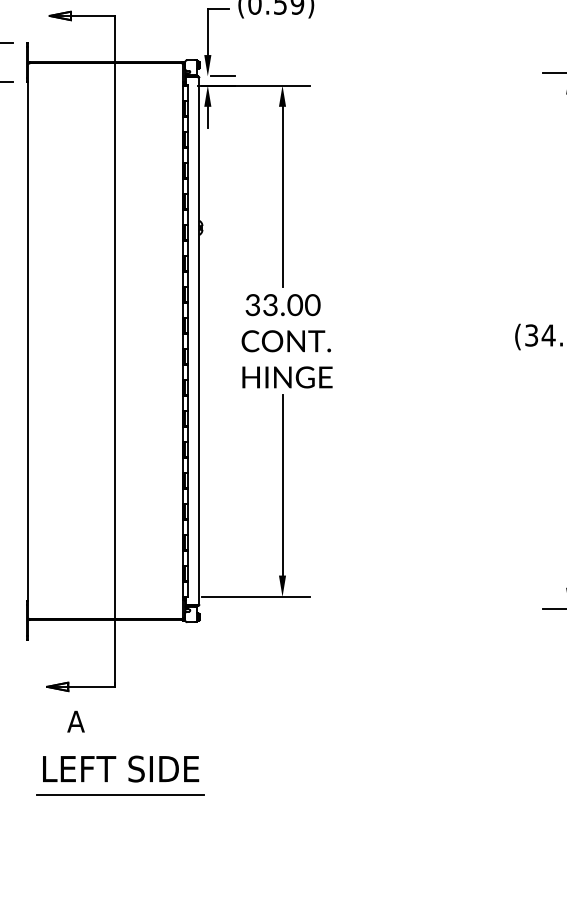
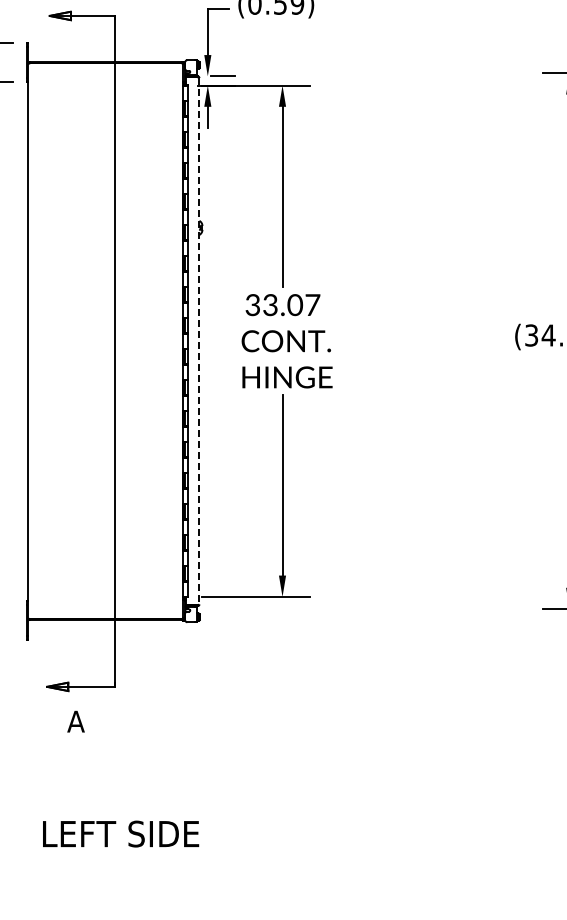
text at (312, 305): 33.00 -> 33.07
line at (199, 341): solid -> dashed
text at (121, 768) position: (121, 768) -> (121, 833)
line at (120, 794): present -> none
